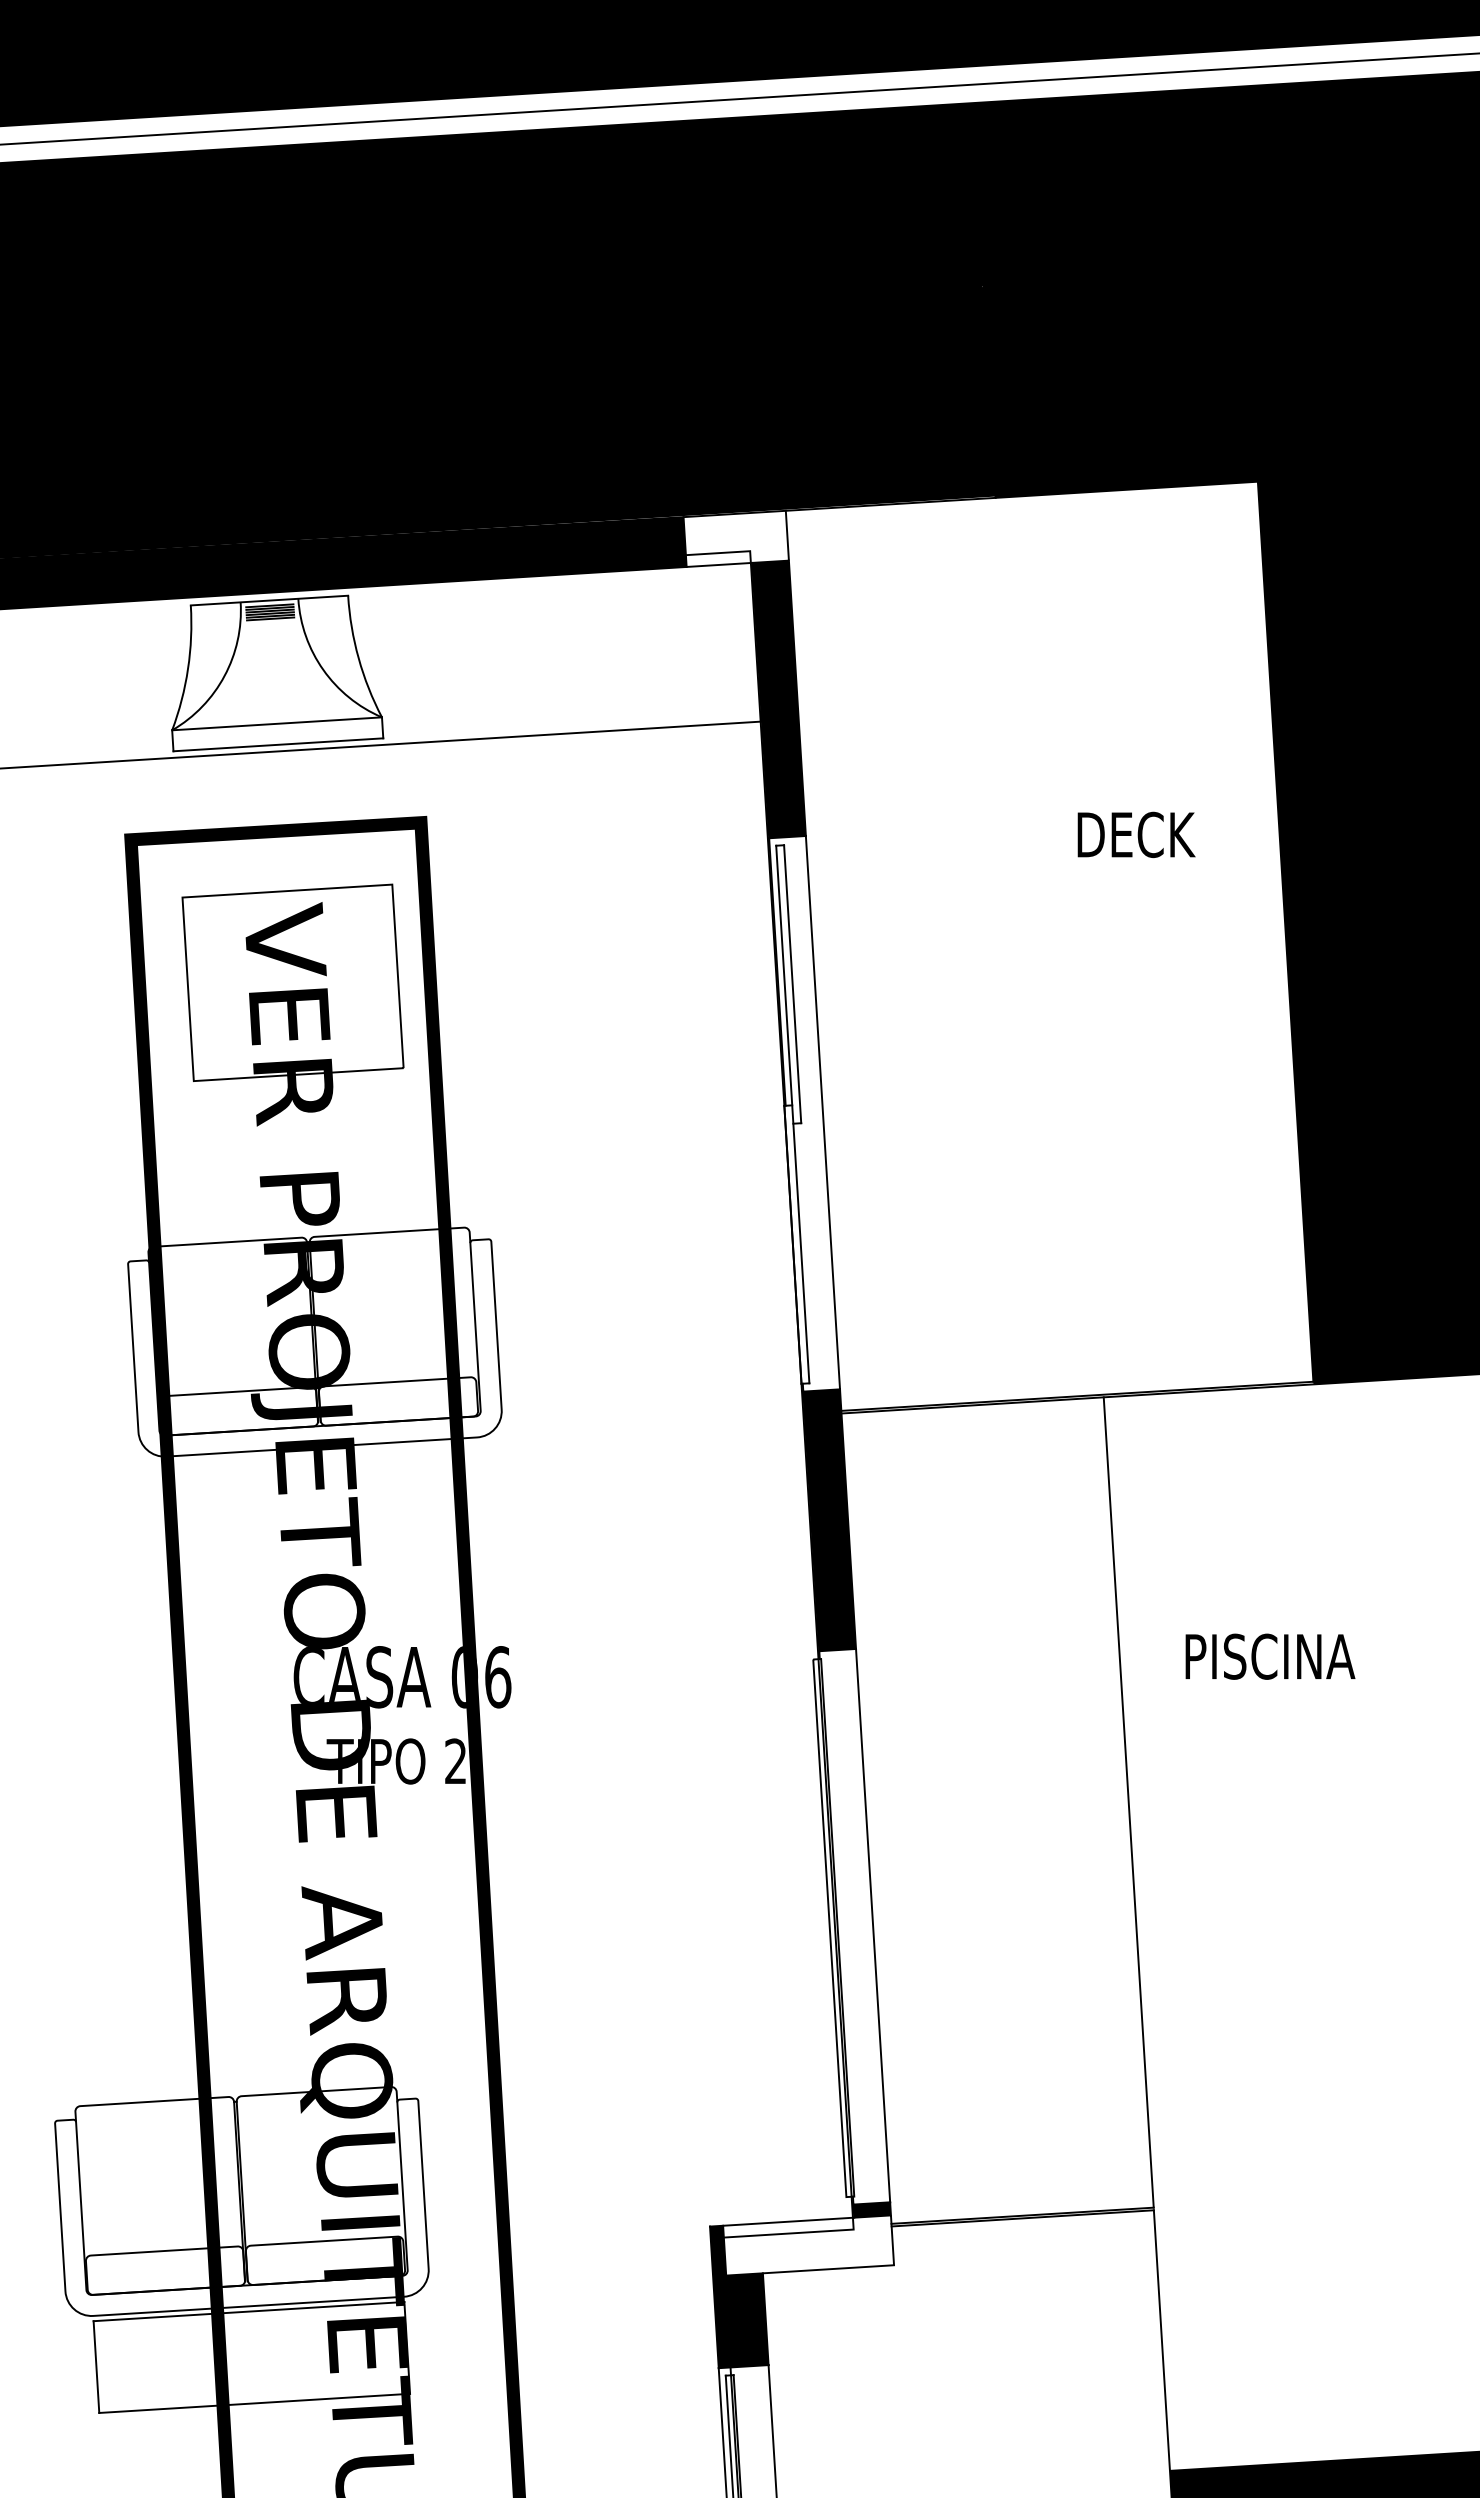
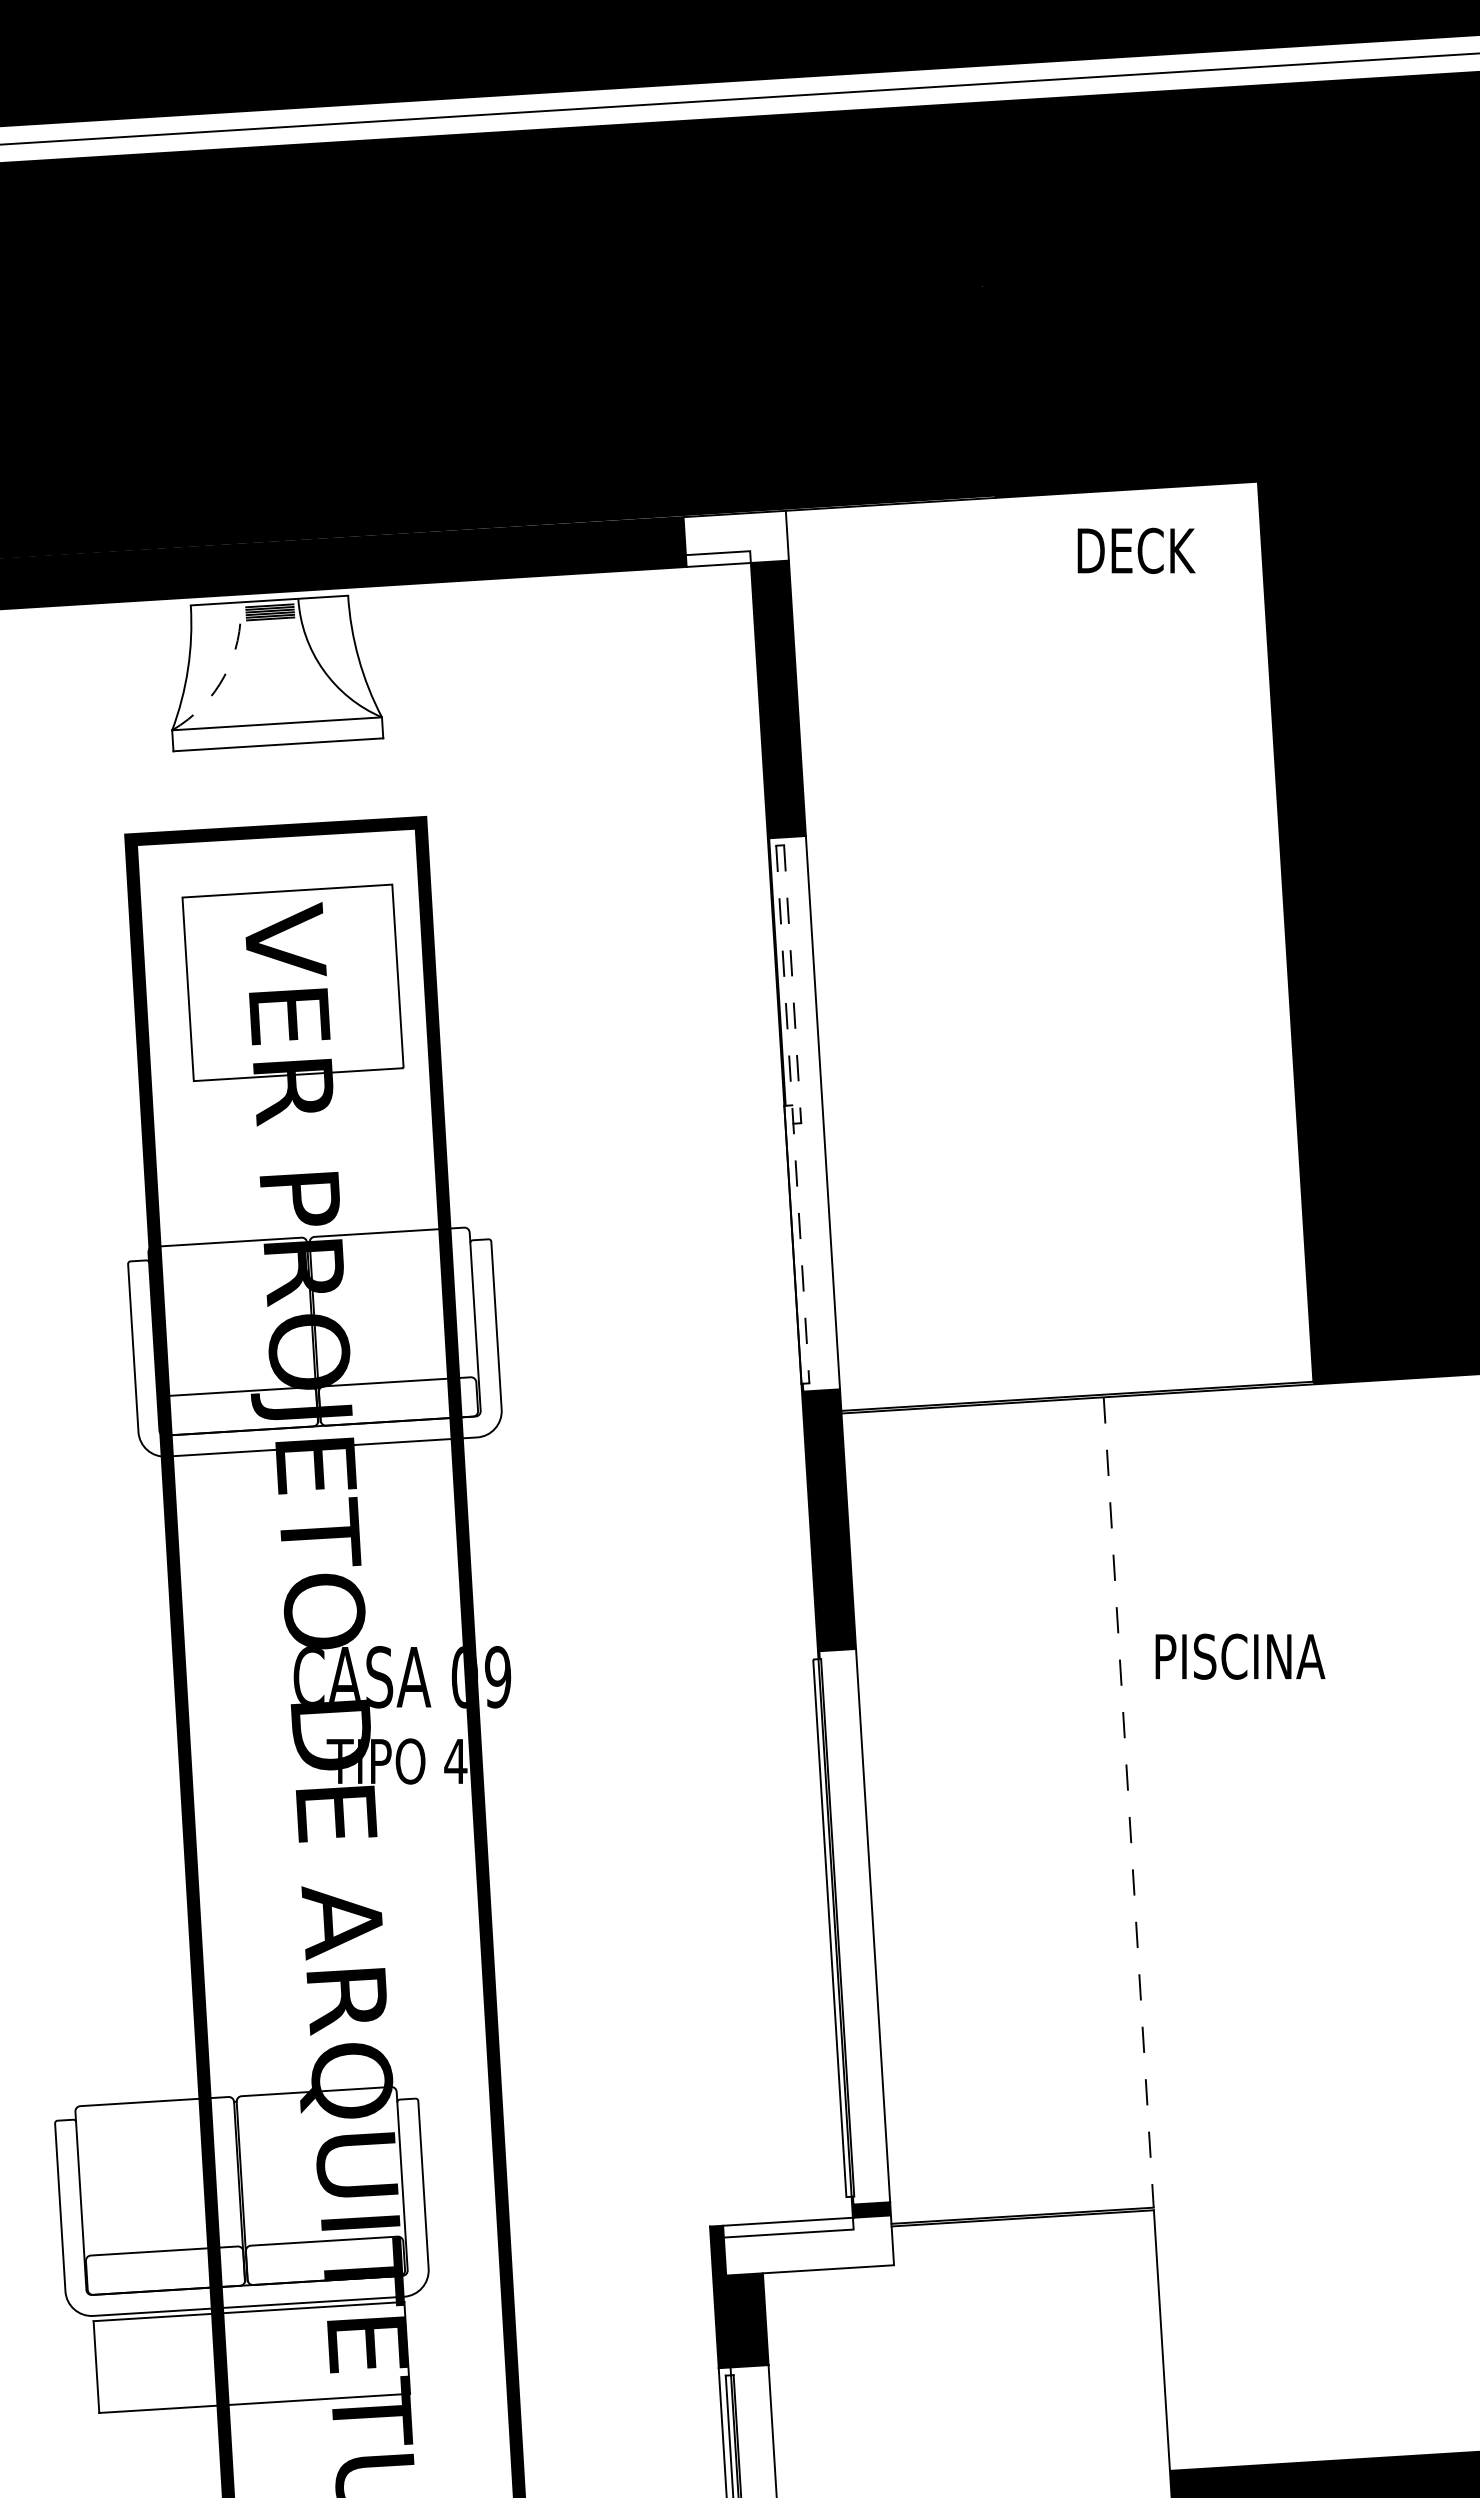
arc at (224, 676): solid -> dashed
line at (381, 744): present -> none
text at (1136, 834) position: (1136, 834) -> (1136, 550)
line at (792, 984): solid -> dashed
line at (792, 1115): solid -> dashed
text at (1270, 1656) position: (1270, 1656) -> (1240, 1656)
text at (497, 1677): 06 -> 09
text at (455, 1760): 2 -> 4
line at (1128, 1802): solid -> dashed
